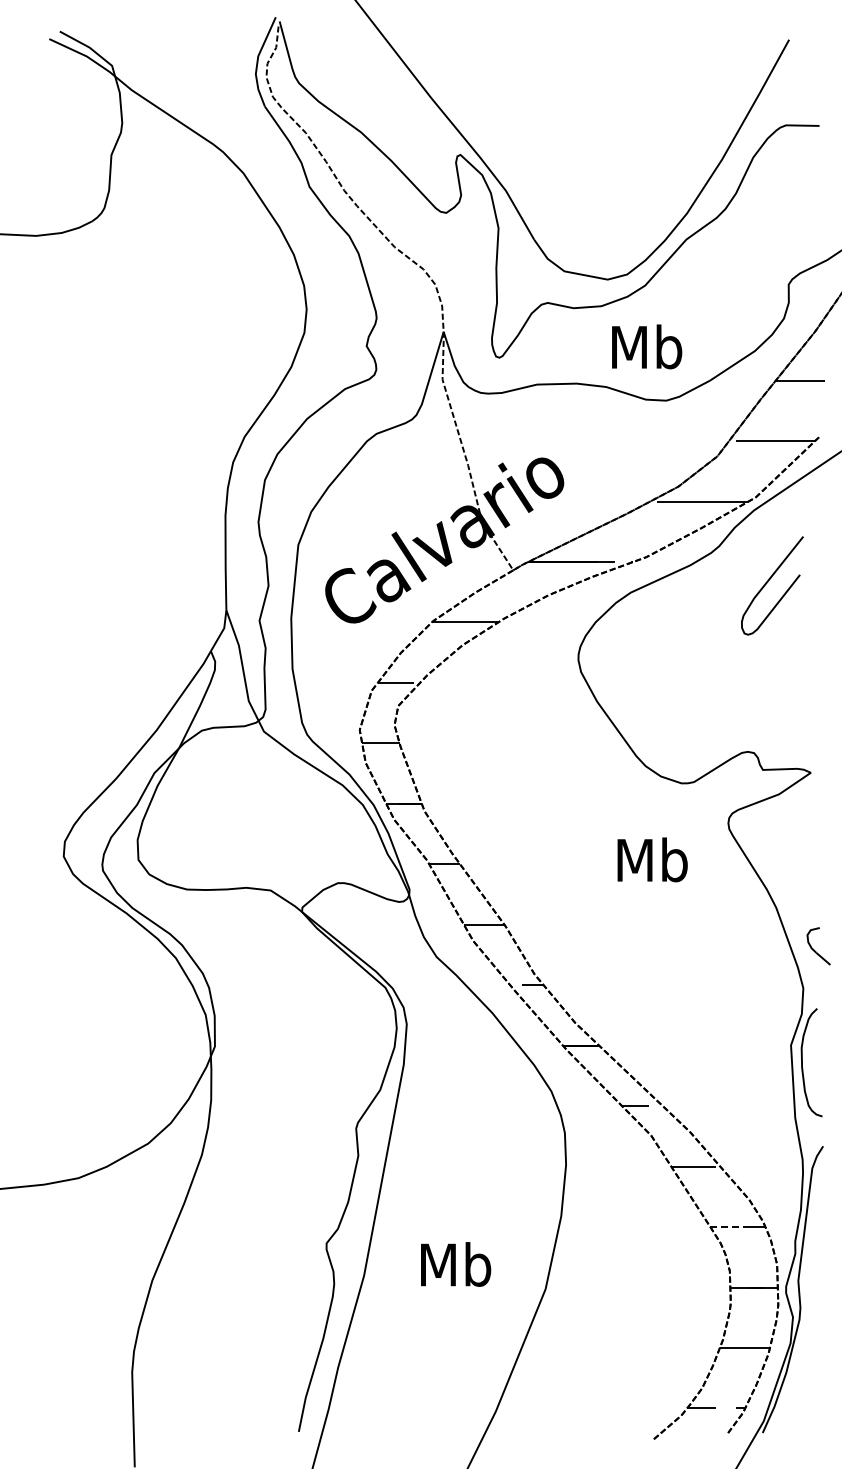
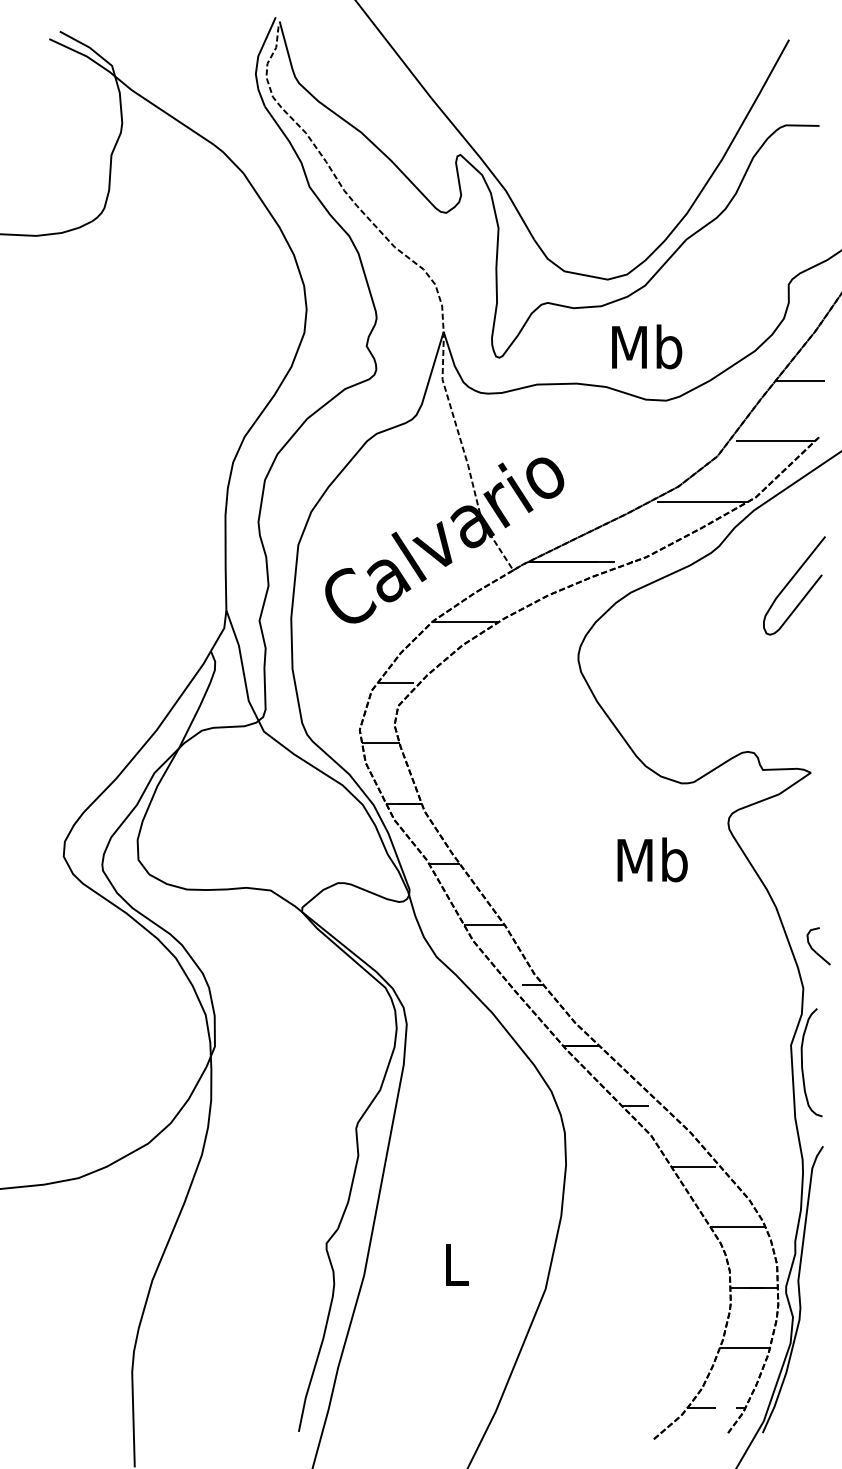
curve at (768, 582) position: (768, 582) -> (790, 582)
line at (729, 1227): dashed -> solid
text at (456, 1264): Mb -> L
